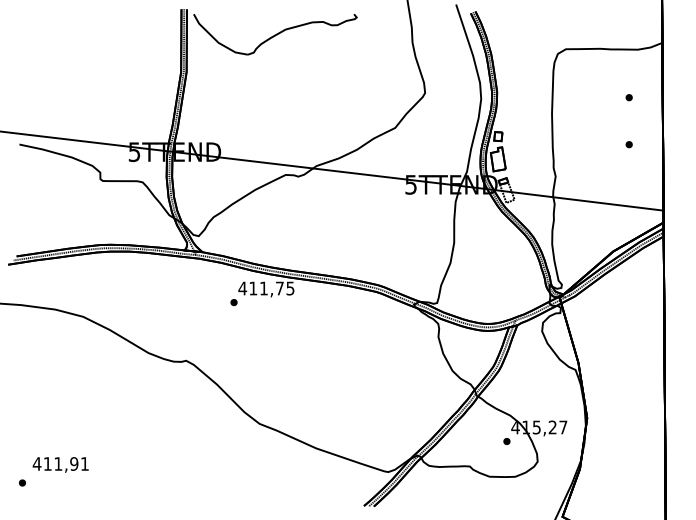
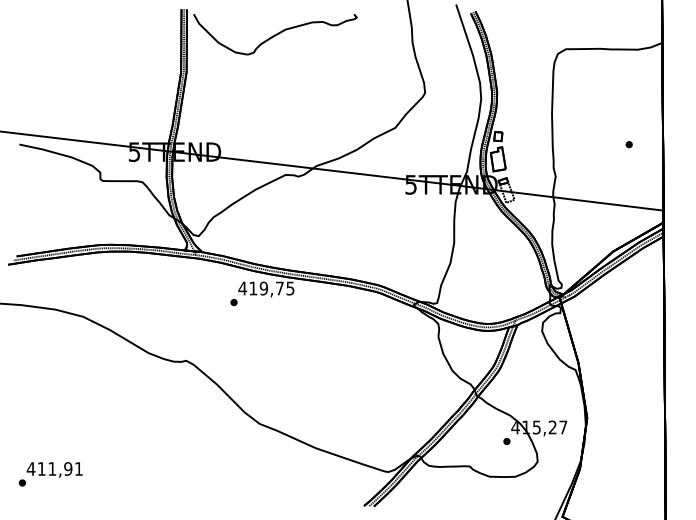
part at (628, 97): present -> none
text at (263, 288): 411,75 -> 419,75
text at (60, 464) position: (60, 464) -> (54, 469)
